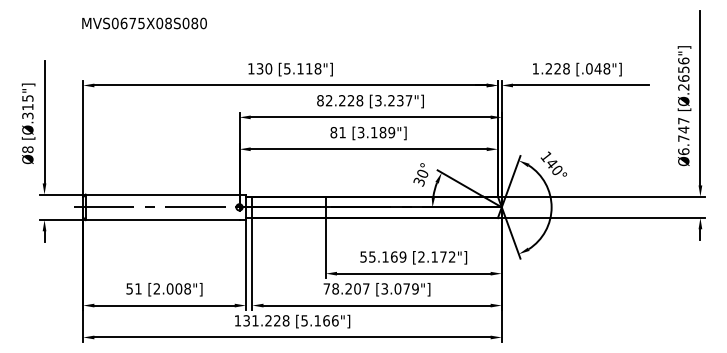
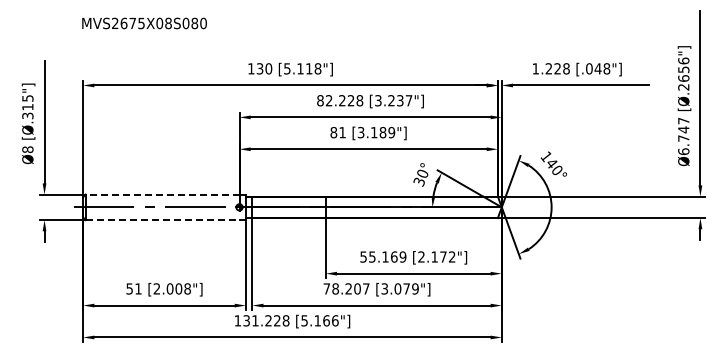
text at (114, 23): MVS0675X08S080 -> MVS2675X08S080
line at (162, 194): solid -> dashed
line at (162, 220): solid -> dashed
